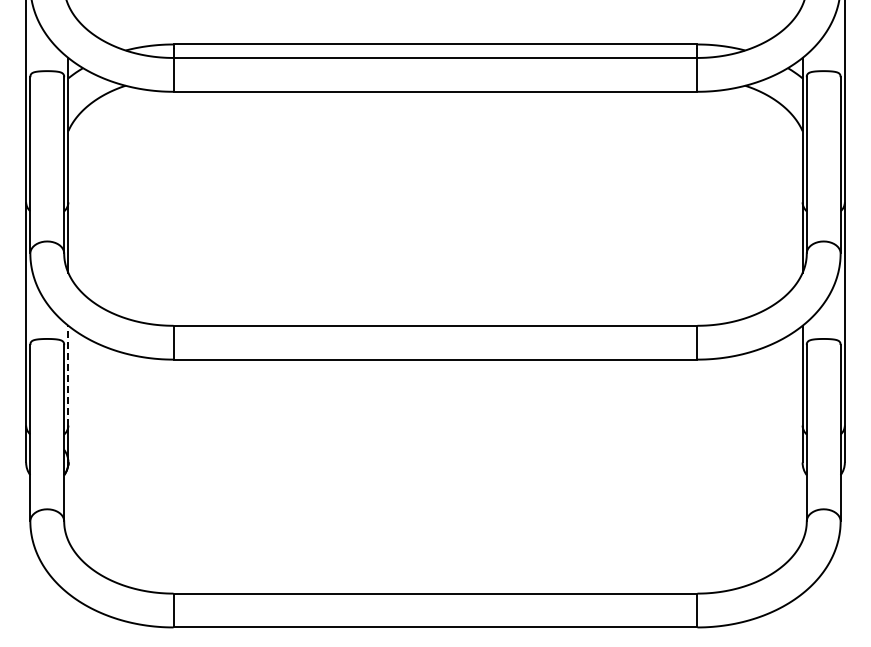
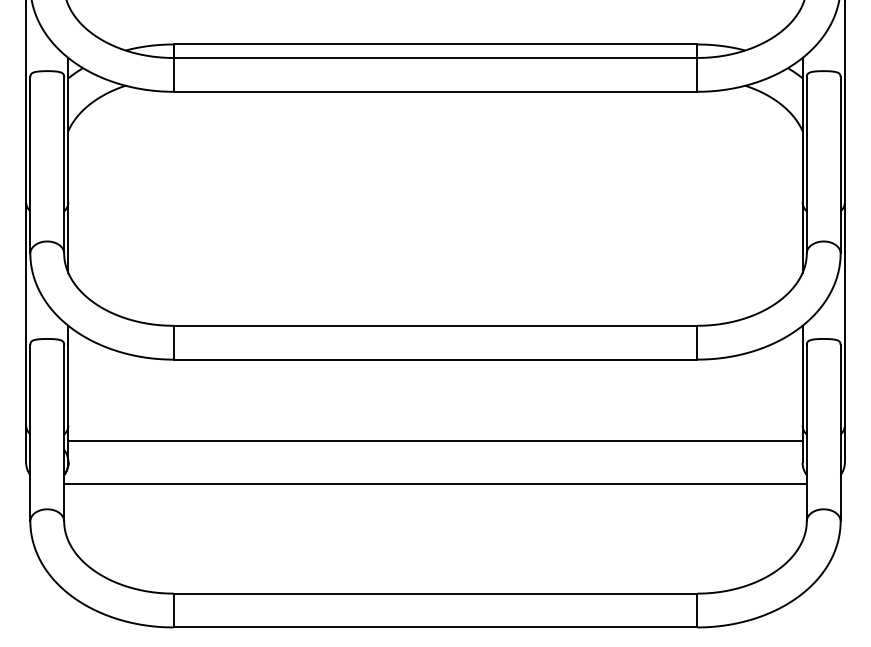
line at (68, 375): dashed -> solid
line at (435, 441): none -> present
line at (435, 483): none -> present
